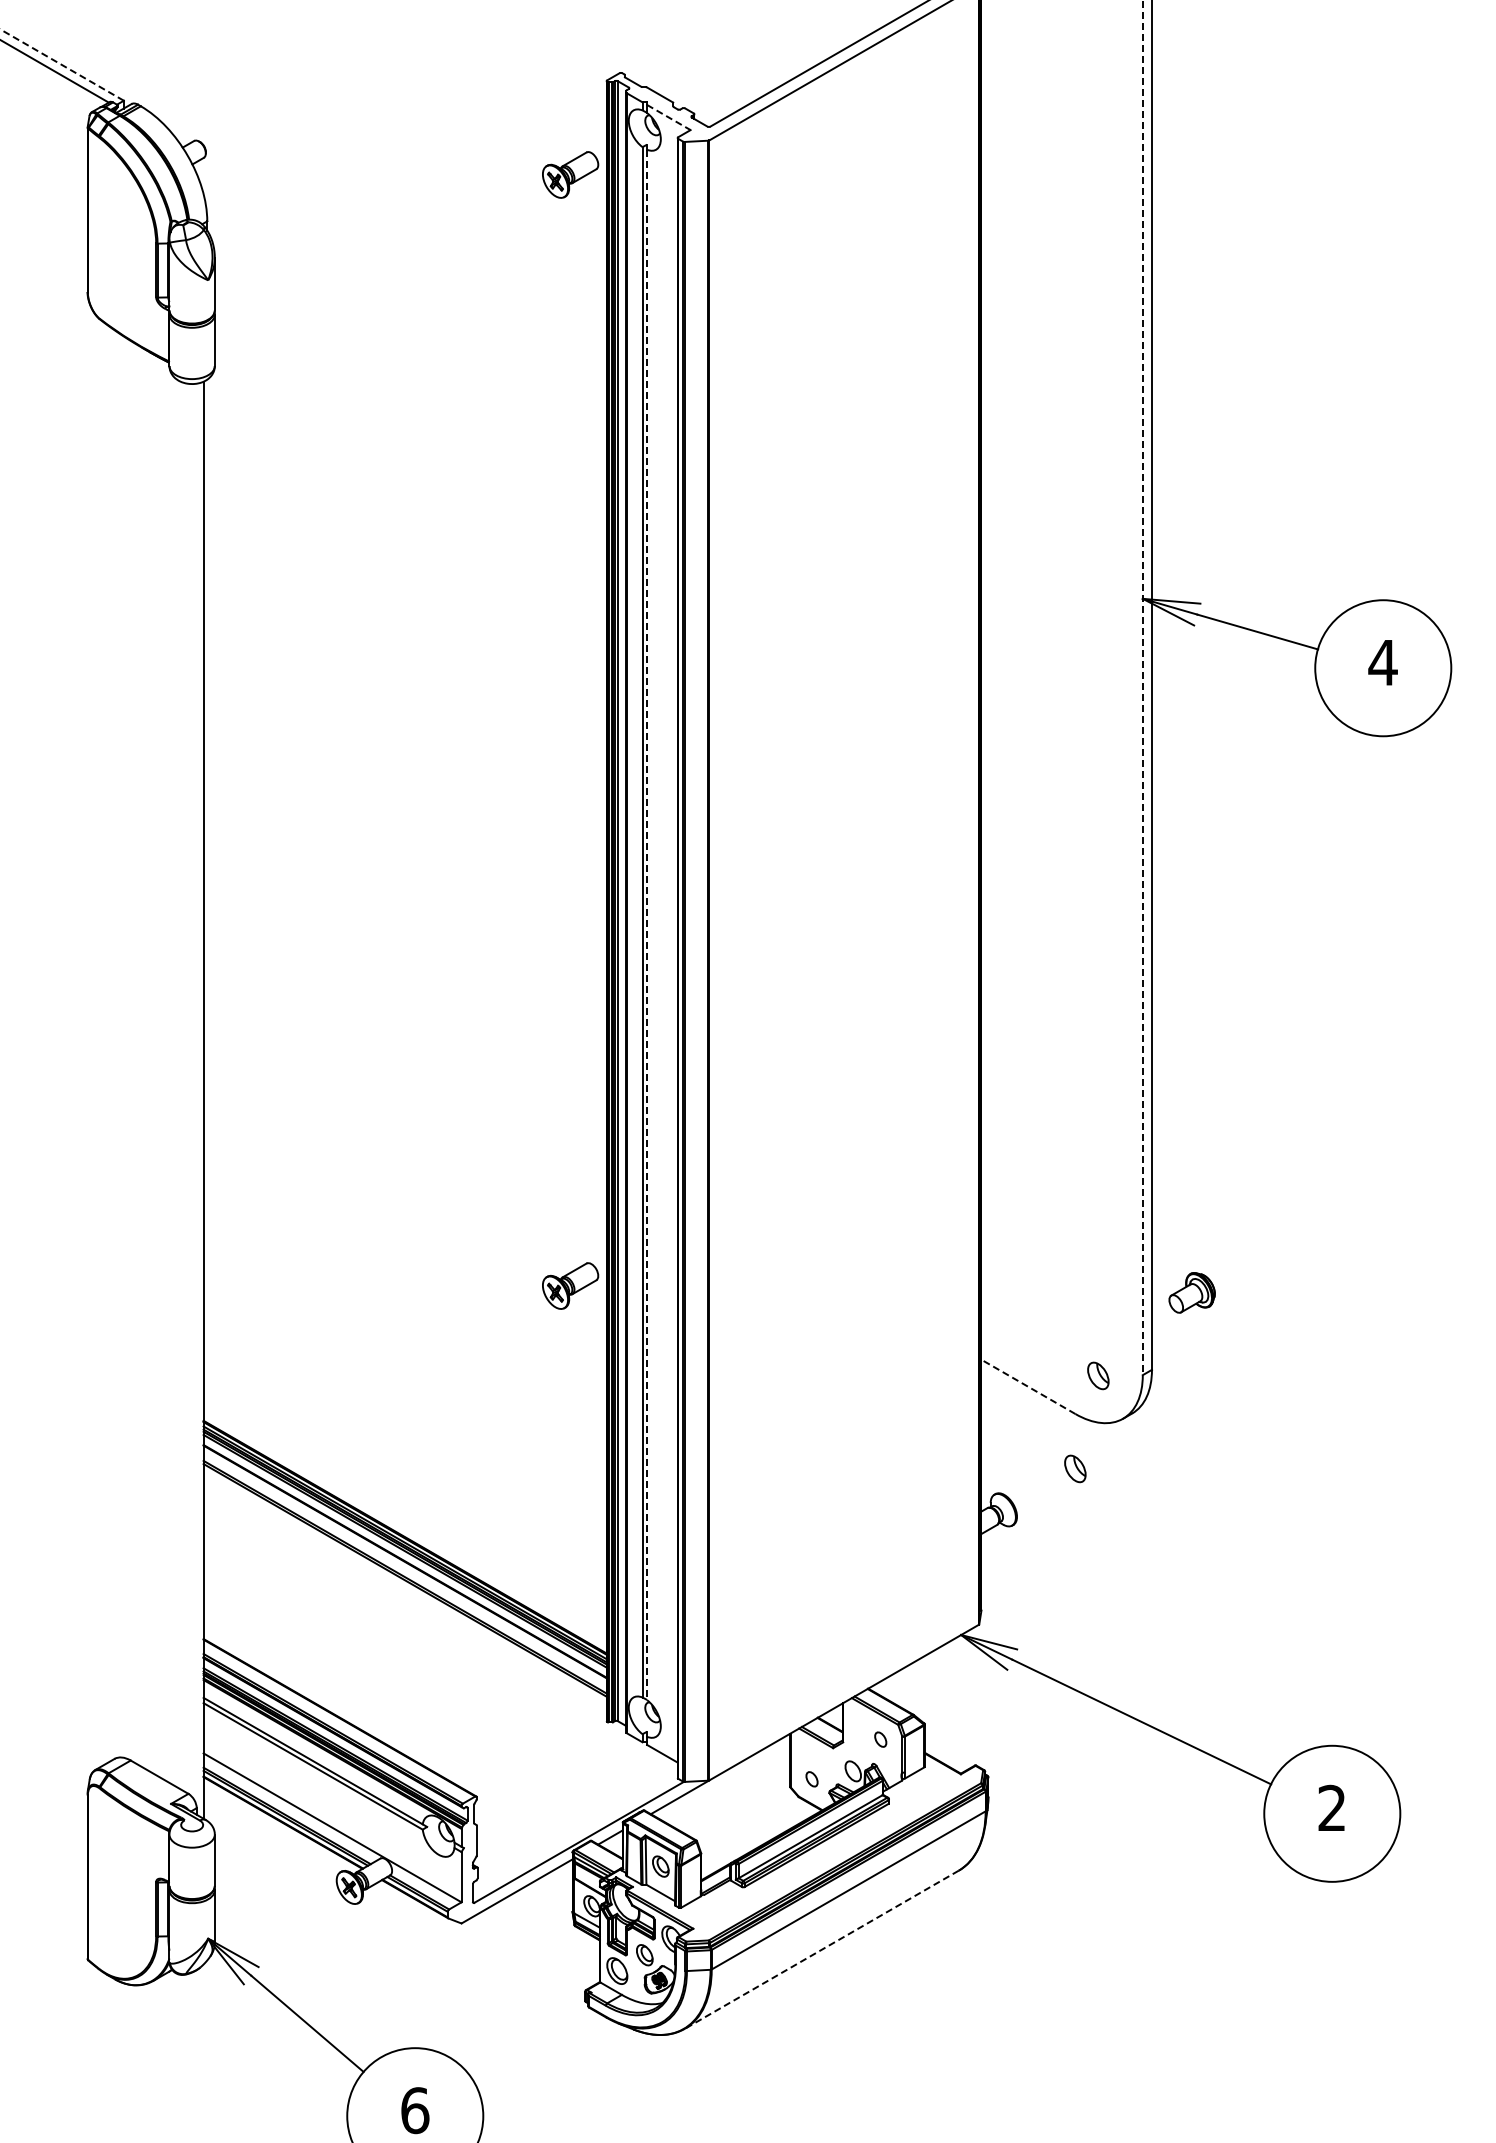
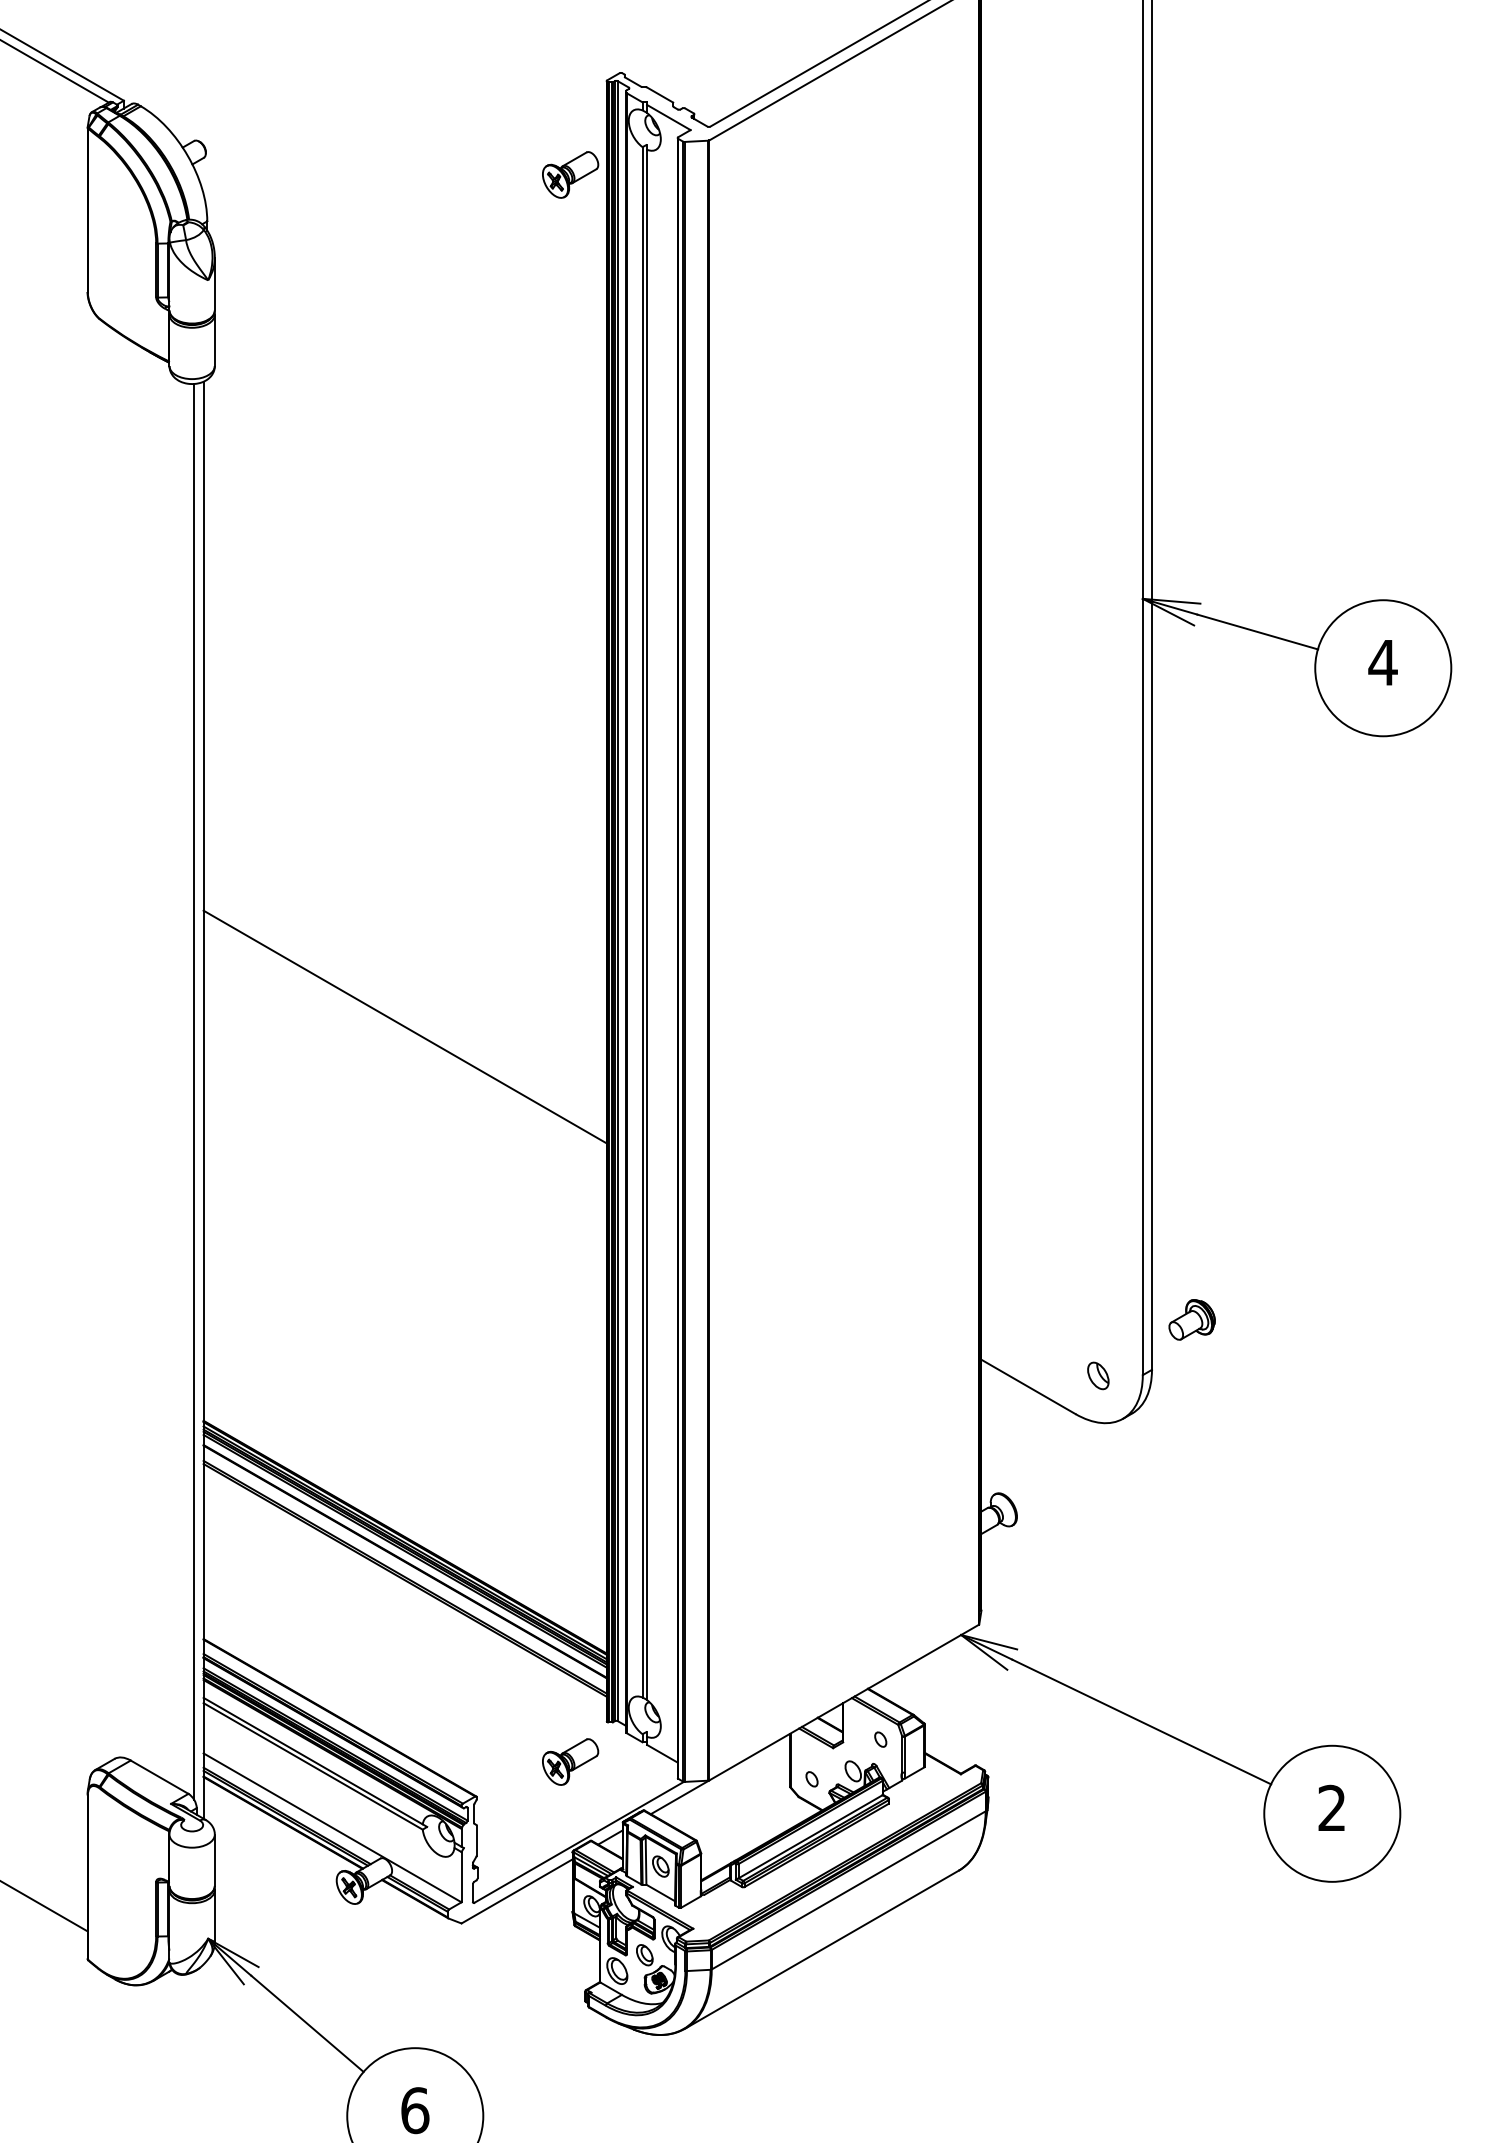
line at (61, 64): dashed -> solid
line at (669, 117): dashed -> solid
line at (1142, 688): dashed -> solid
line at (647, 925): dashed -> solid
line at (404, 1026): none -> present
line at (194, 1091): none -> present
part at (570, 1285) position: (570, 1285) -> (570, 1761)
part at (1191, 1292) position: (1191, 1292) -> (1191, 1319)
line at (1028, 1386): dashed -> solid
part at (1075, 1468): present -> none
line at (44, 1906): none -> present
line at (821, 1949): dashed -> solid
